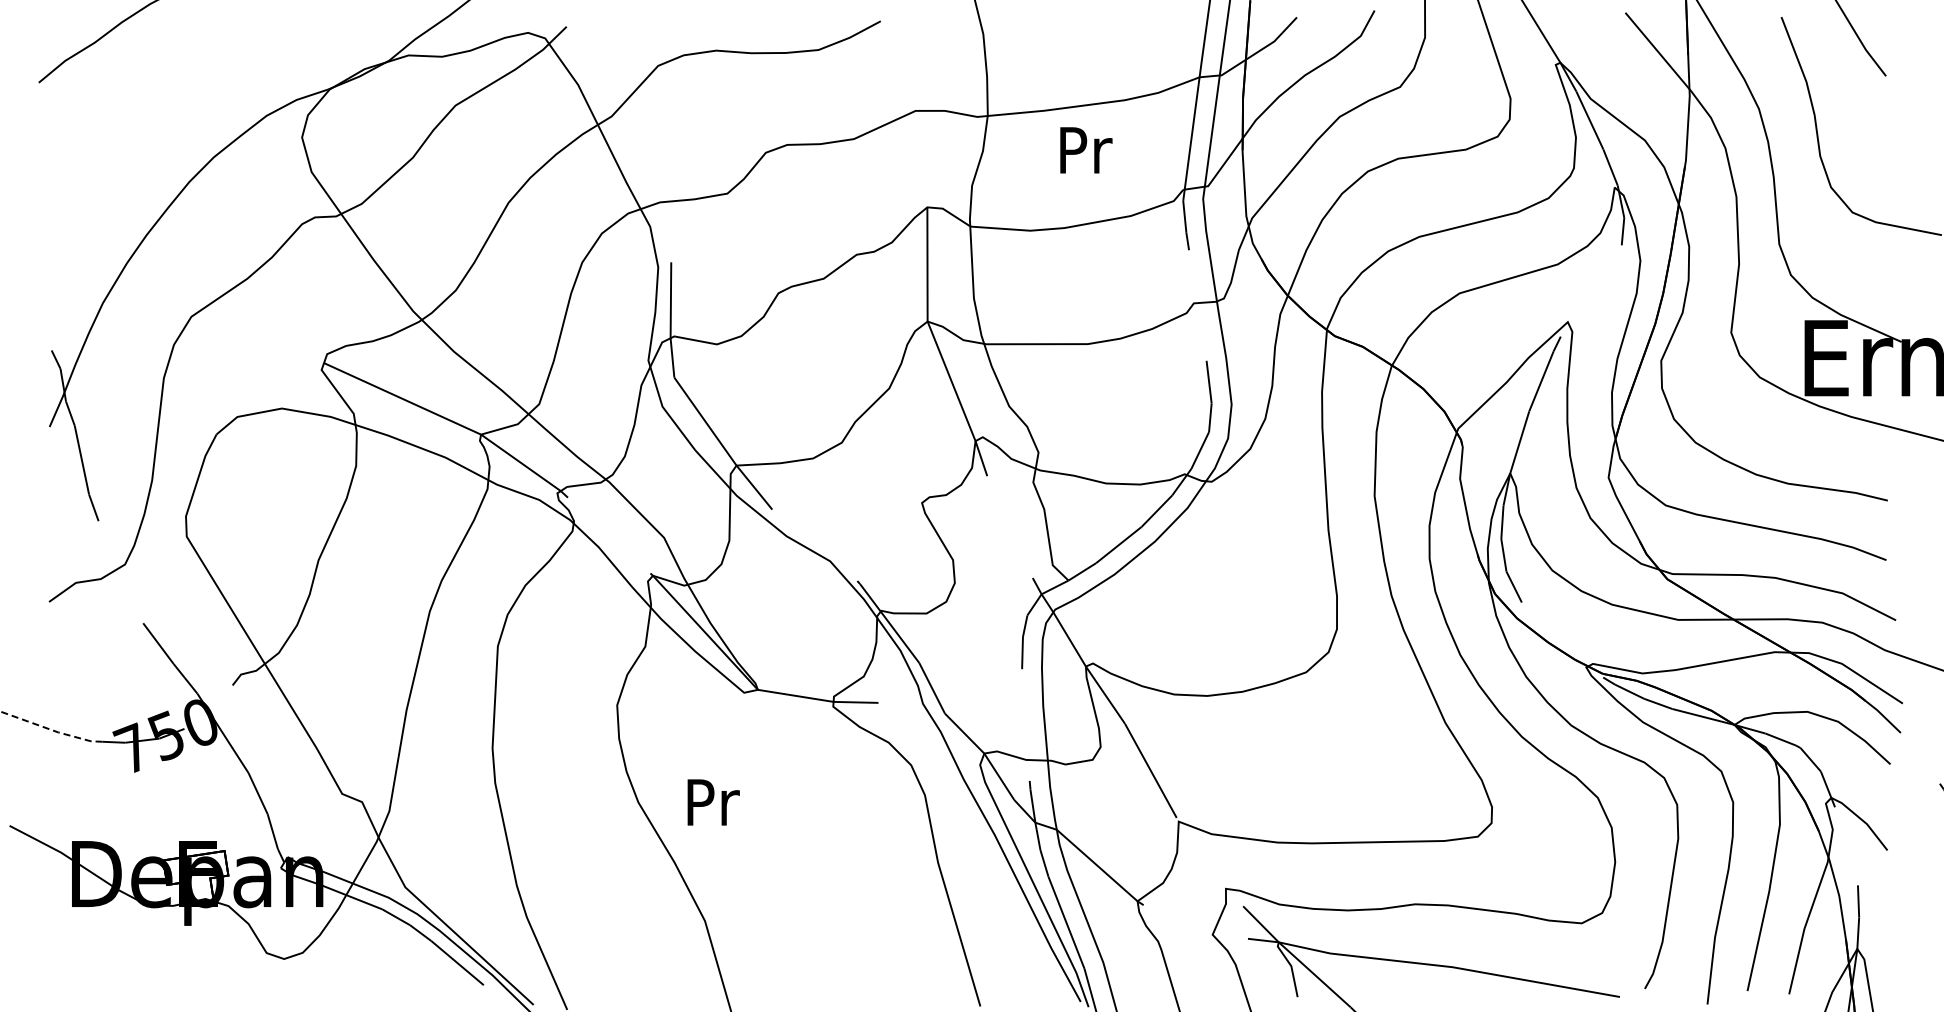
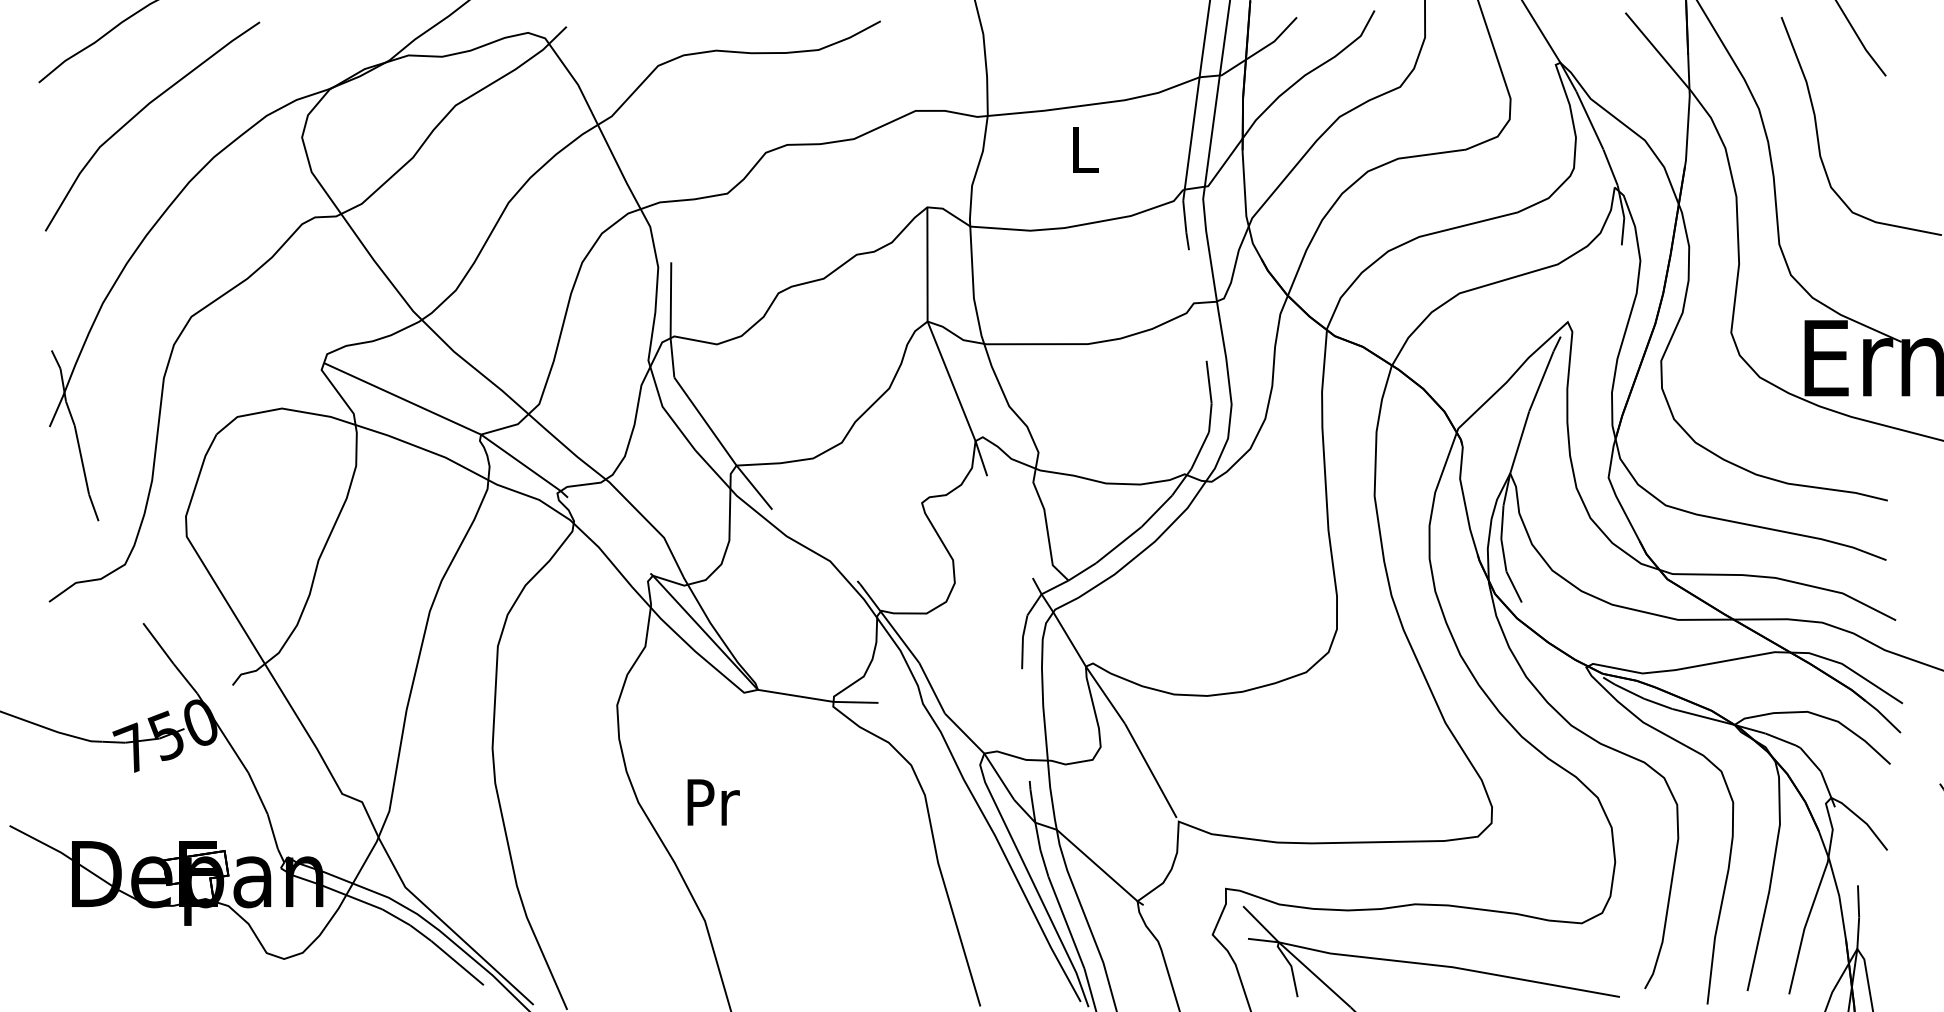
curve at (139, 113): none -> present
text at (1086, 150): Pr -> L
line at (51, 730): dashed -> solid
